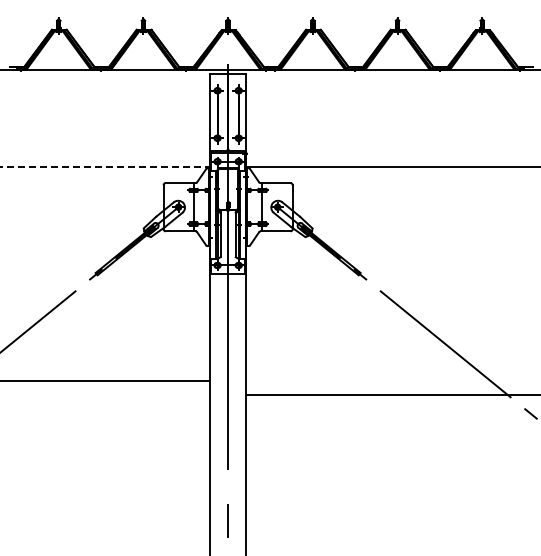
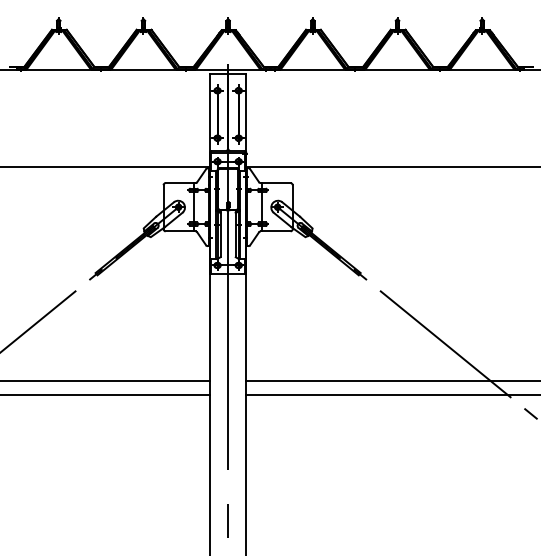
line at (105, 167): dashed -> solid
line at (391, 381): none -> present
line at (106, 395): none -> present
